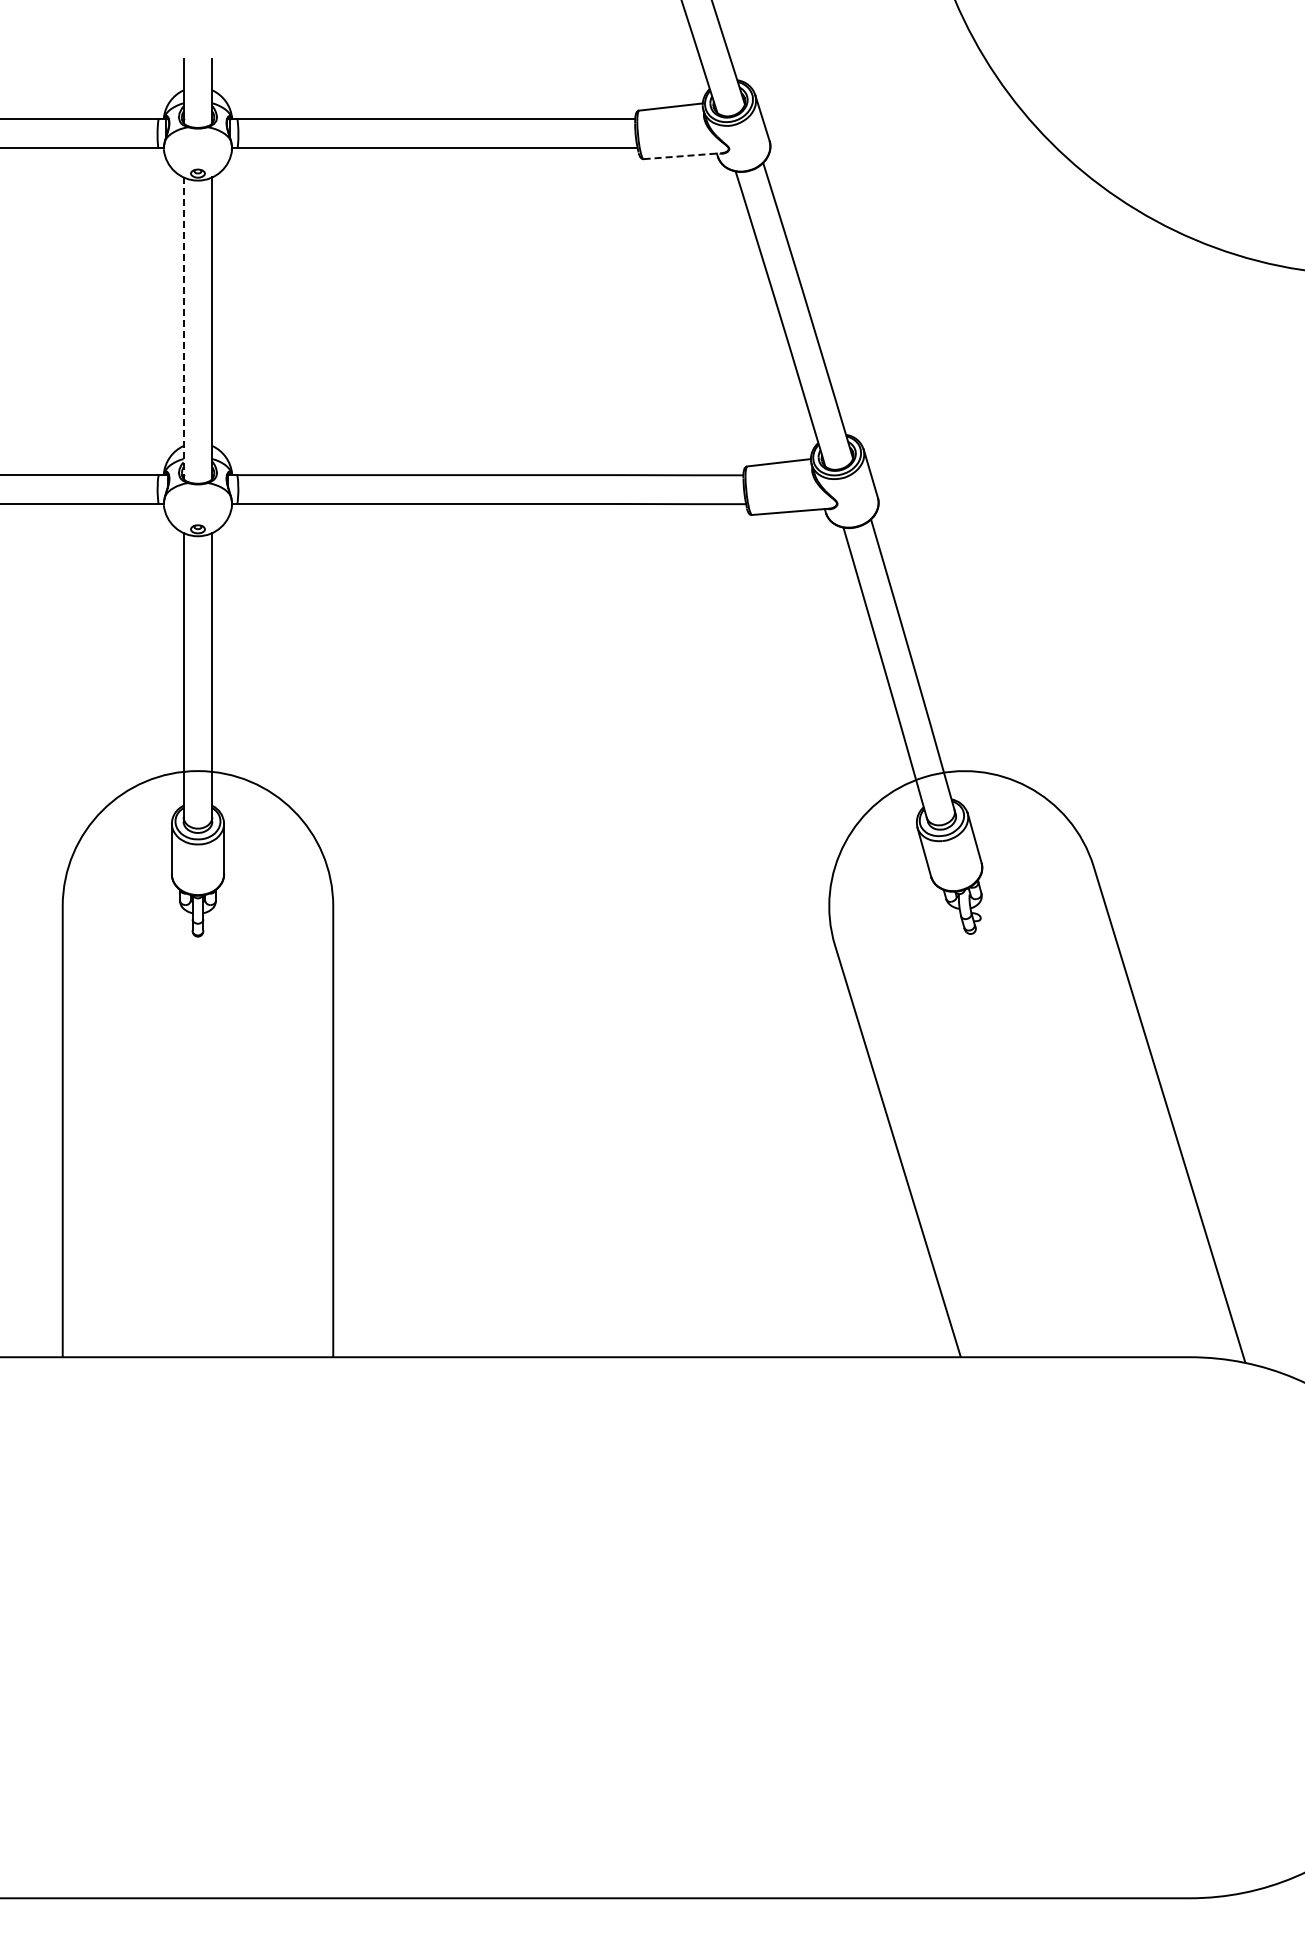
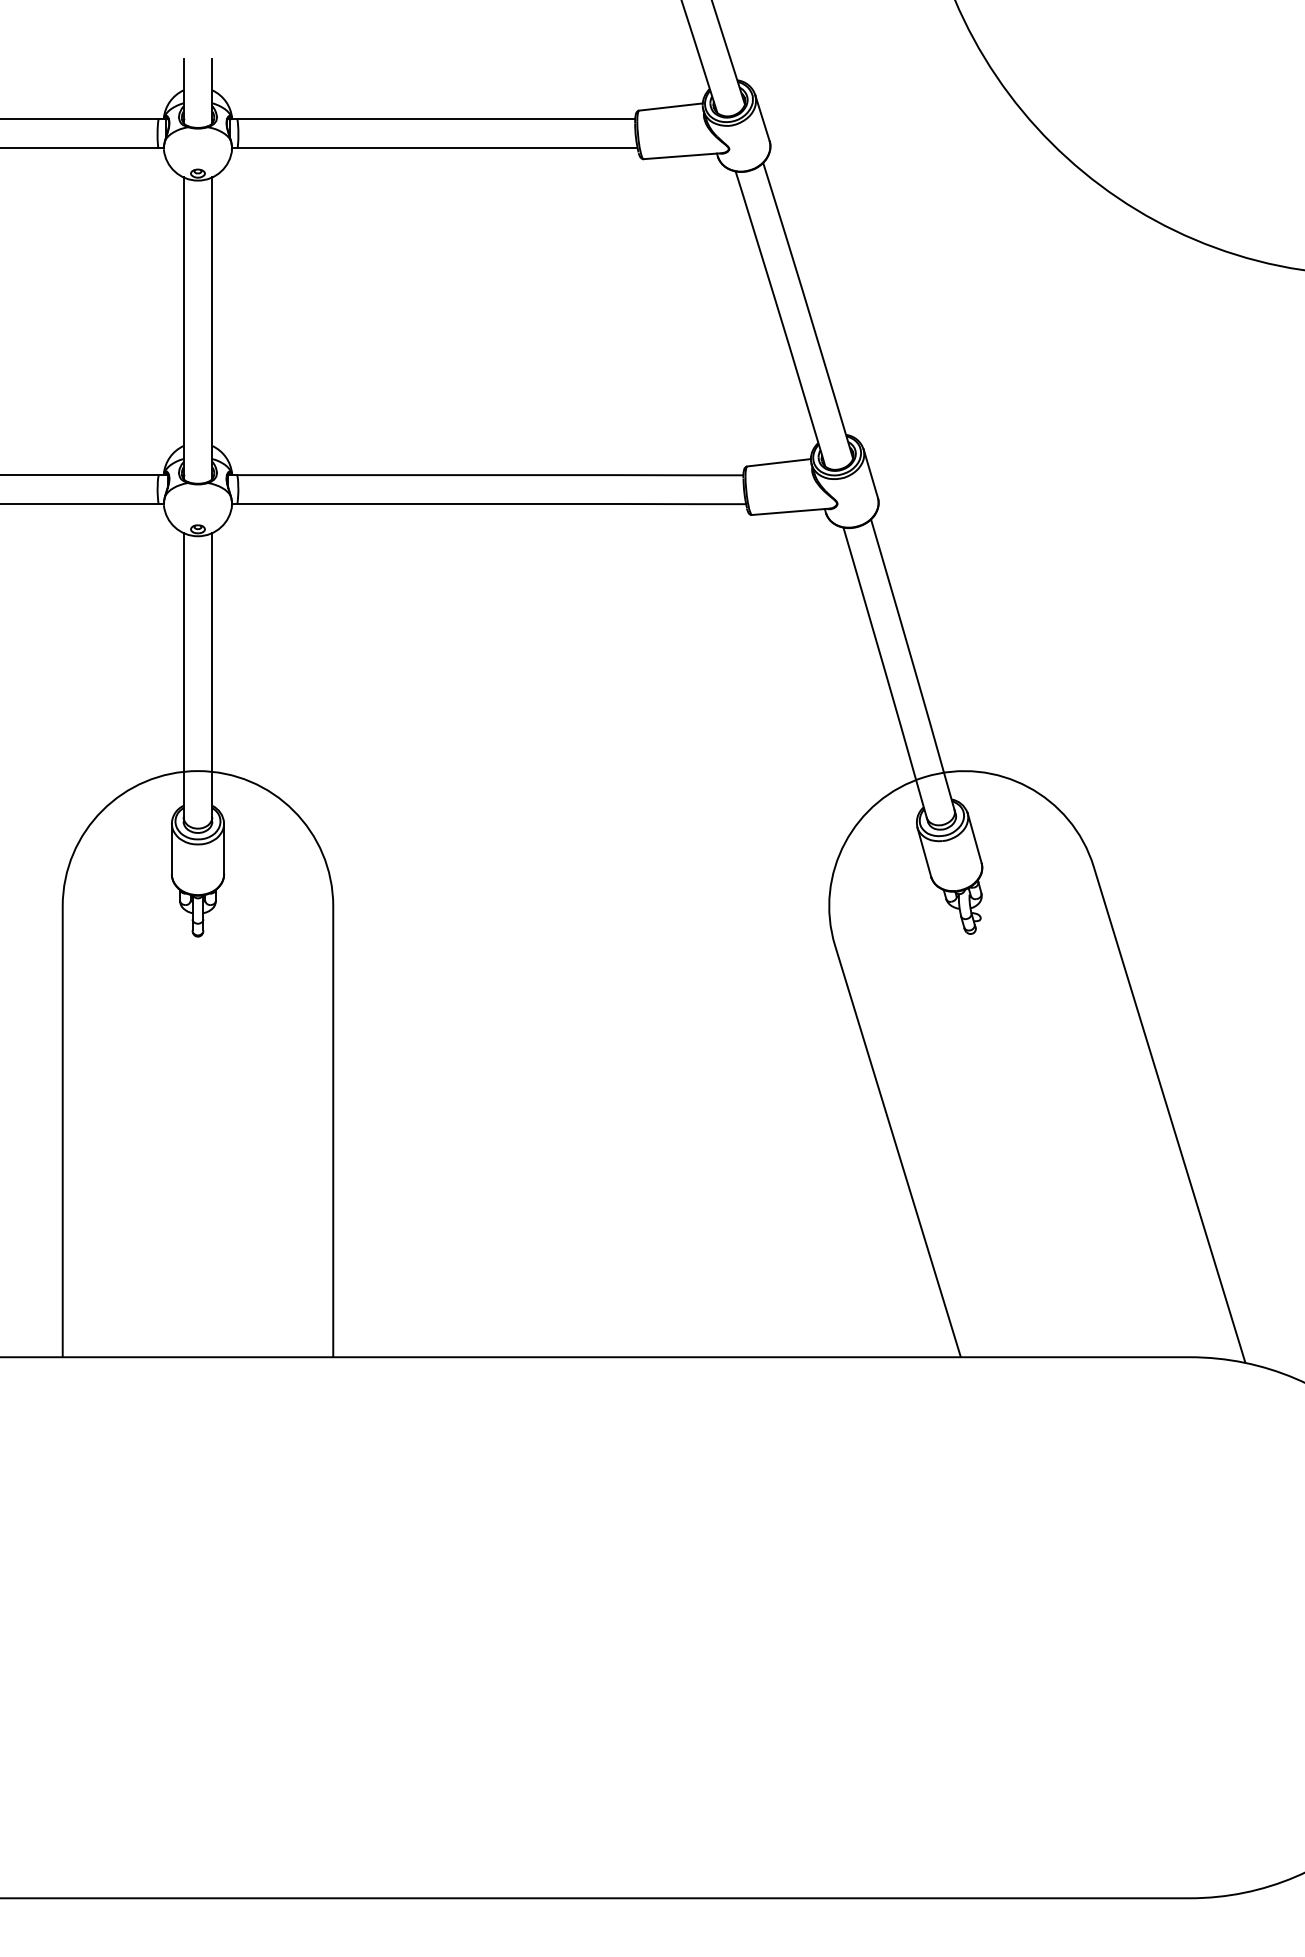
line at (683, 156): dashed -> solid
line at (183, 328): dashed -> solid
